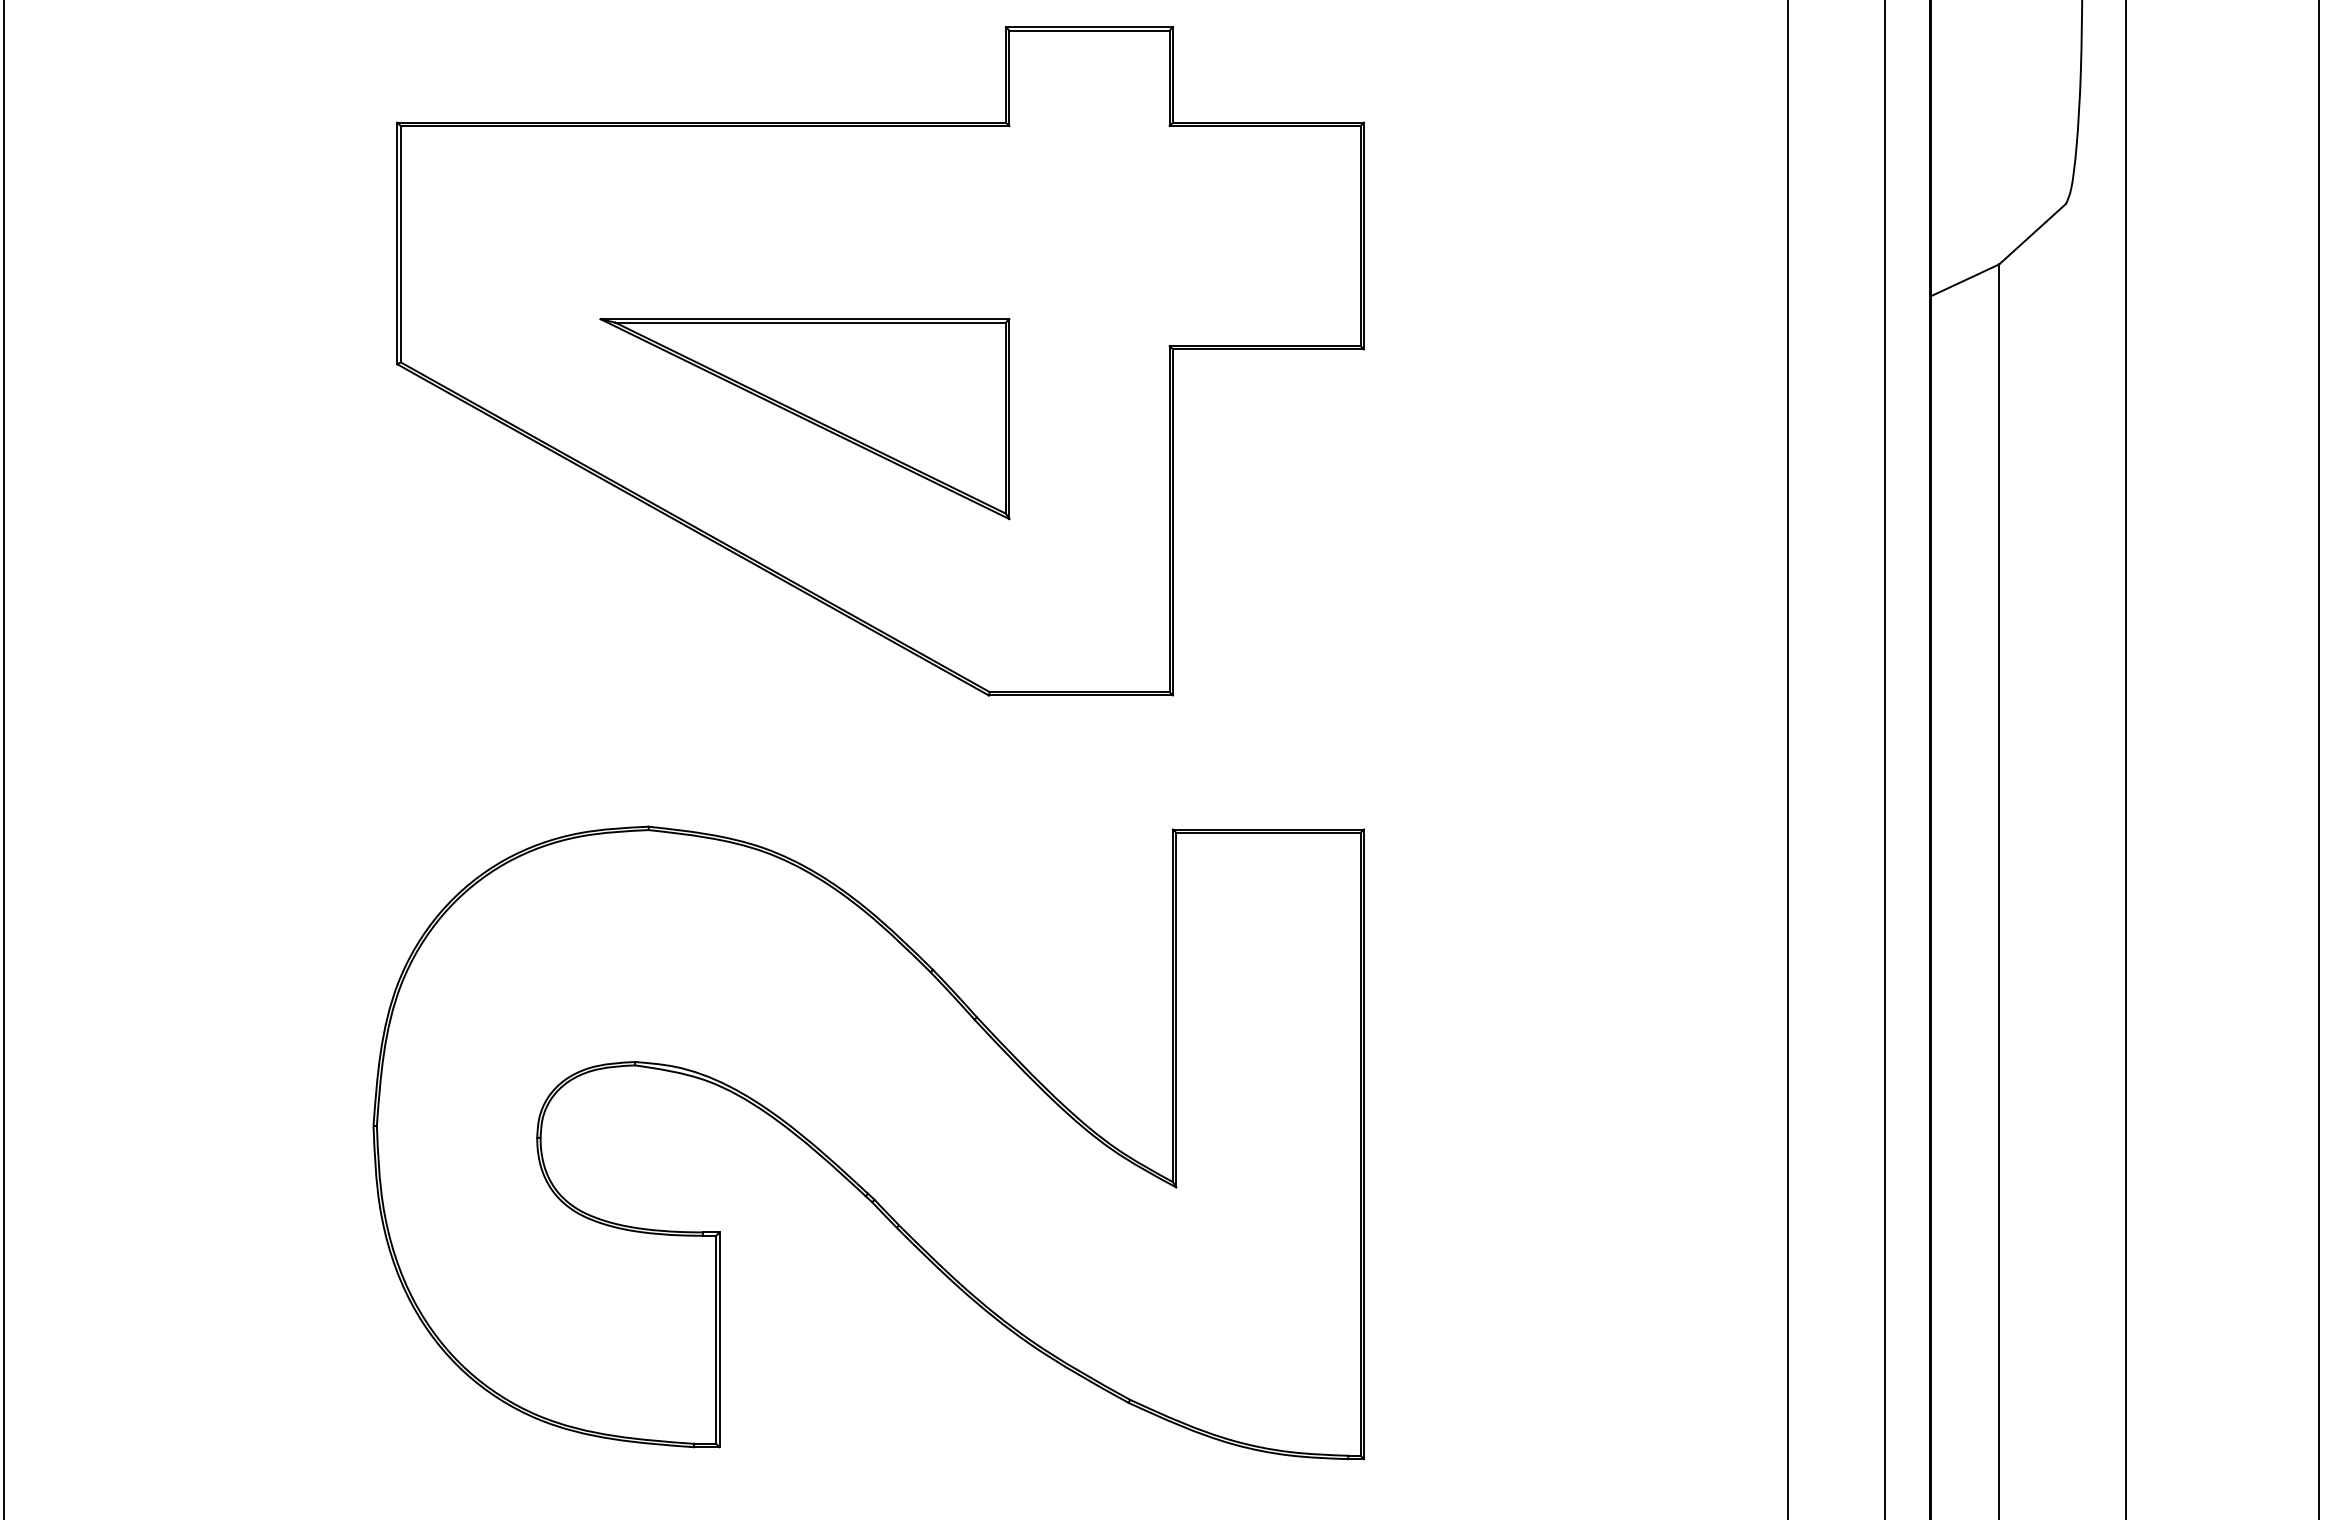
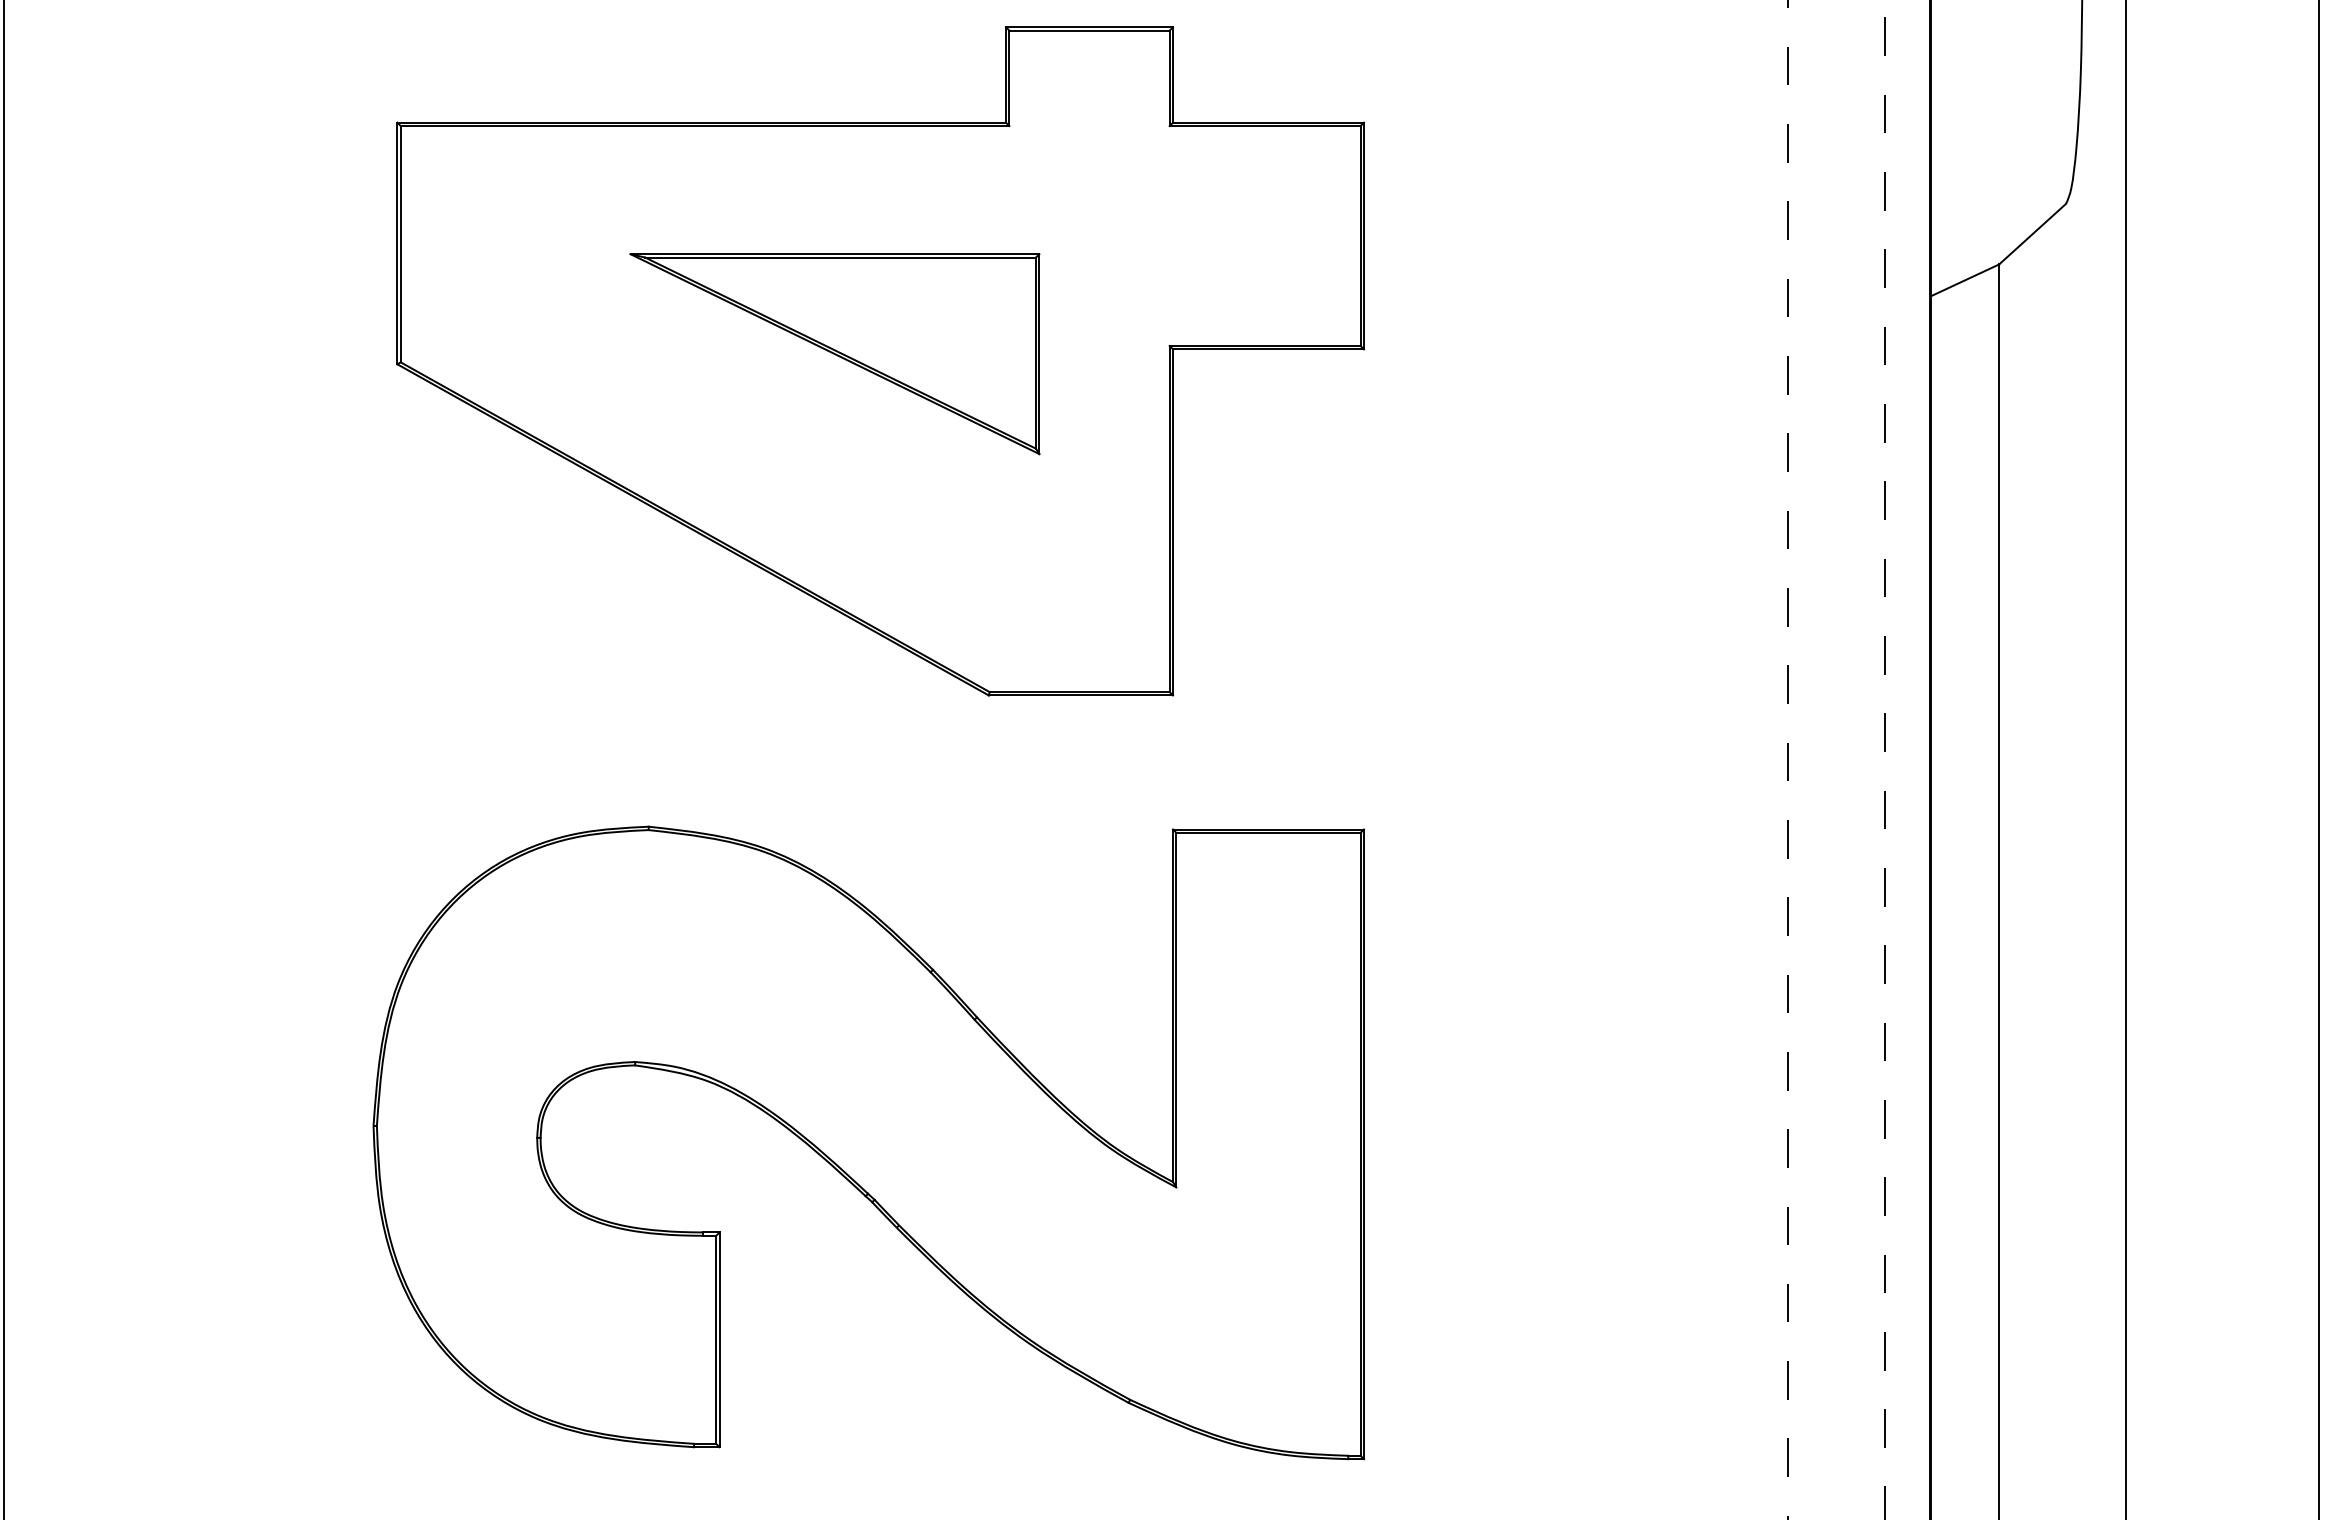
part at (804, 419) position: (804, 419) -> (834, 354)
line at (1788, 760): solid -> dashed
line at (1884, 760): solid -> dashed
